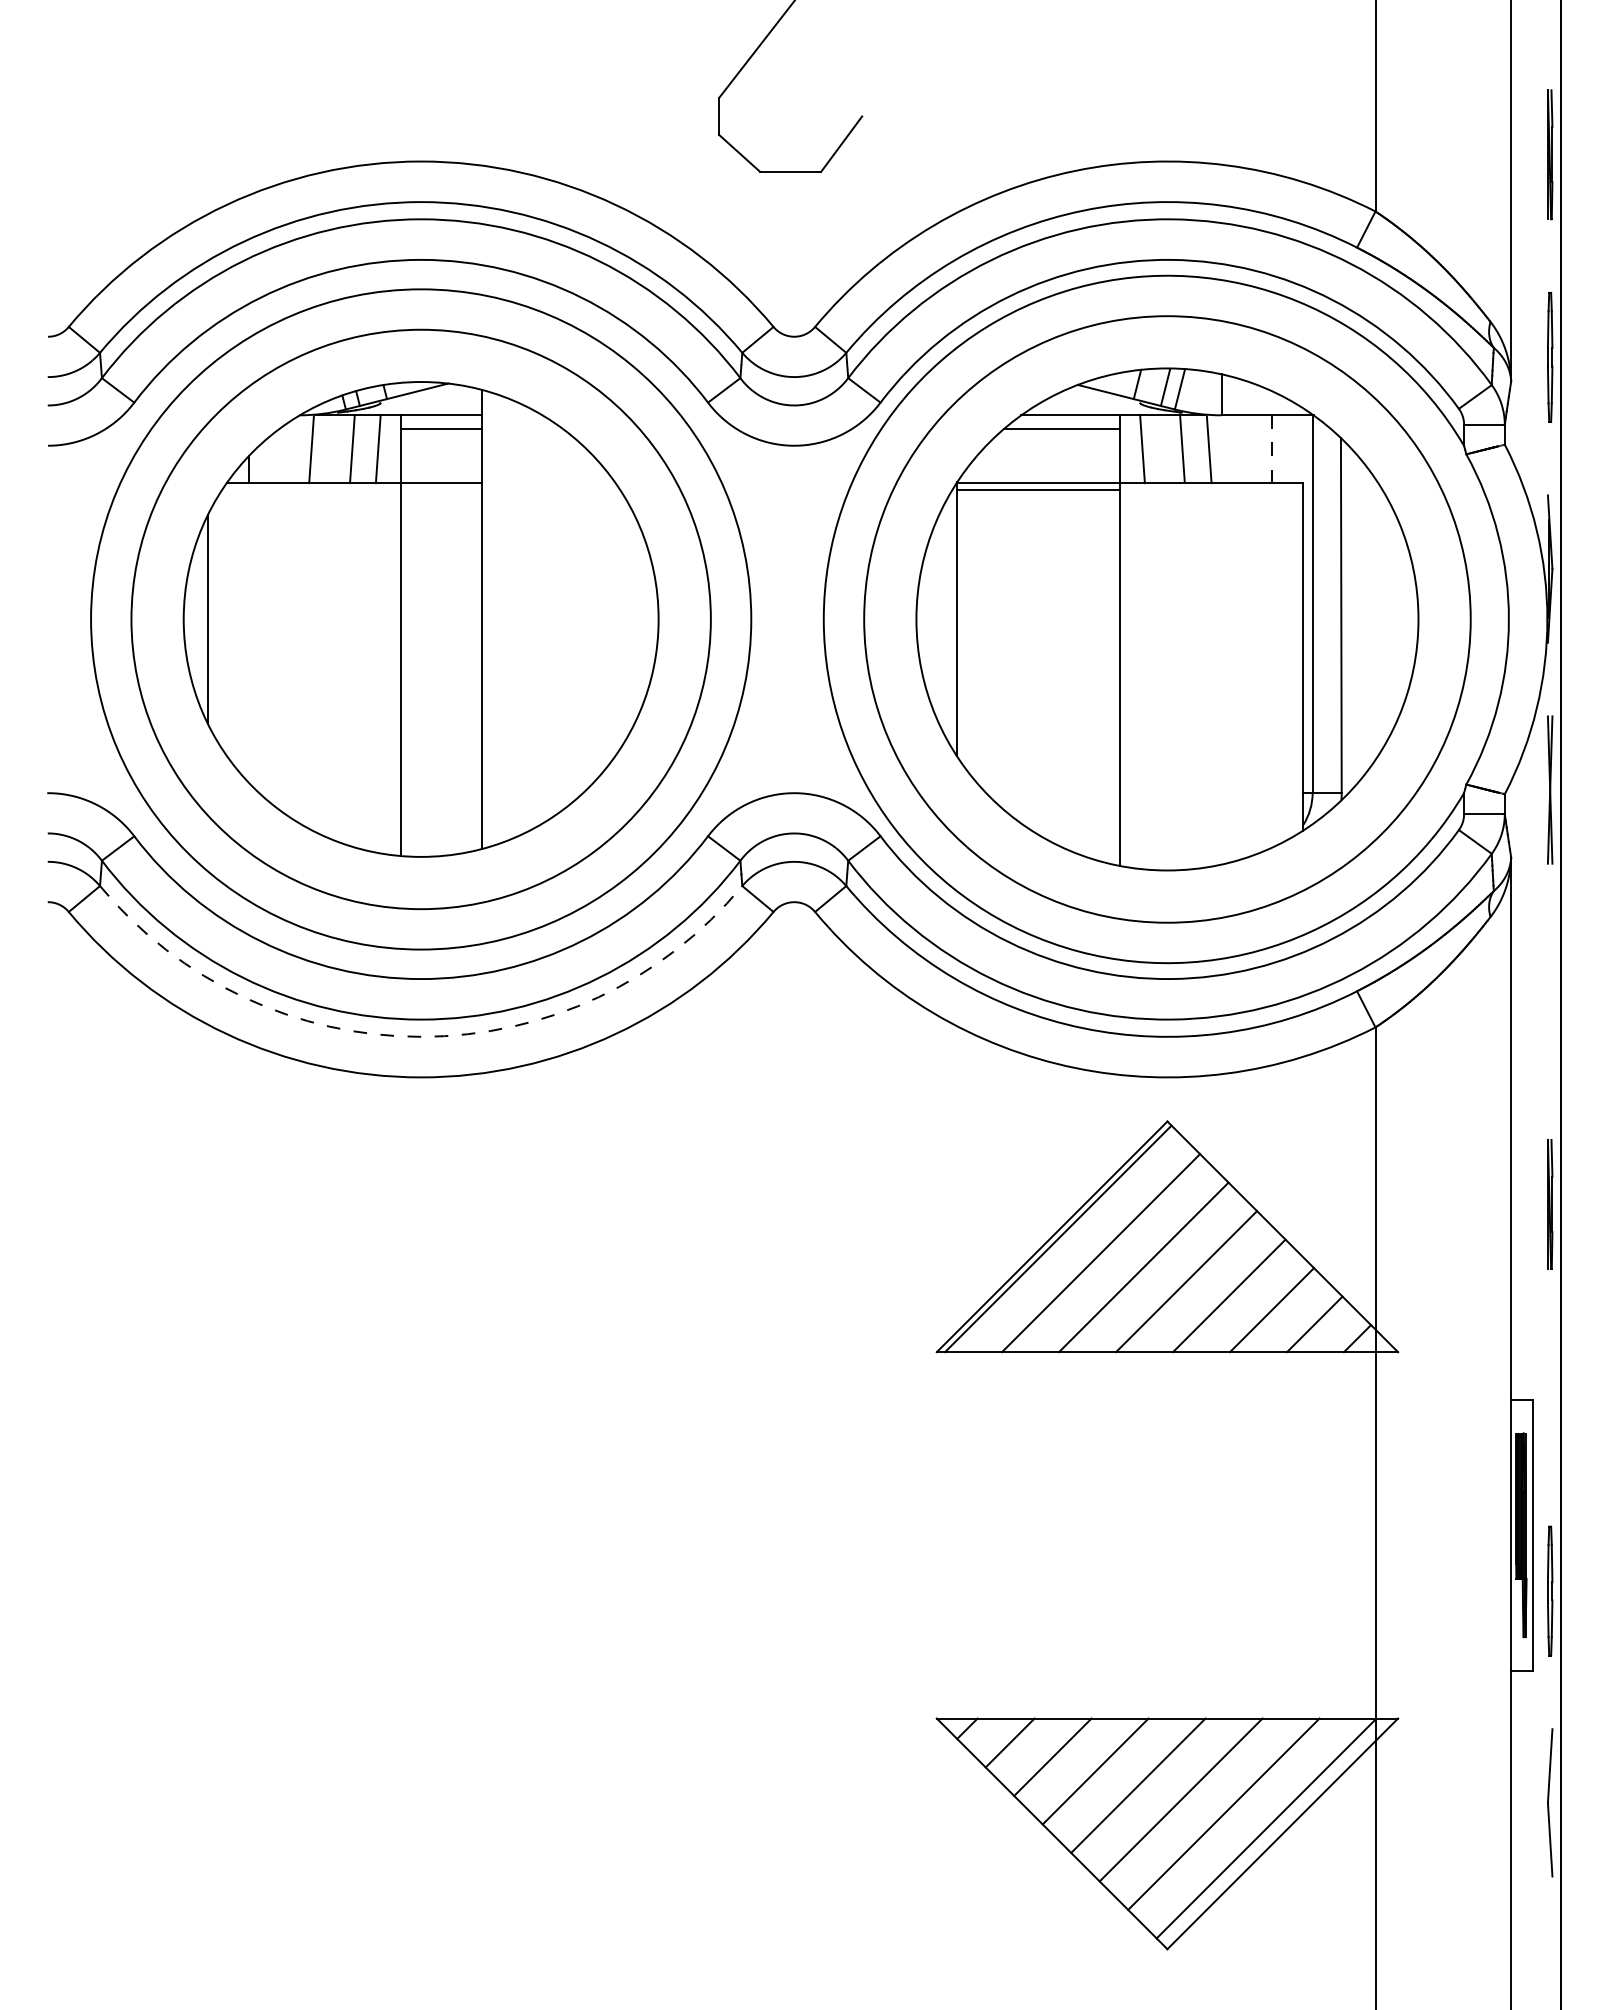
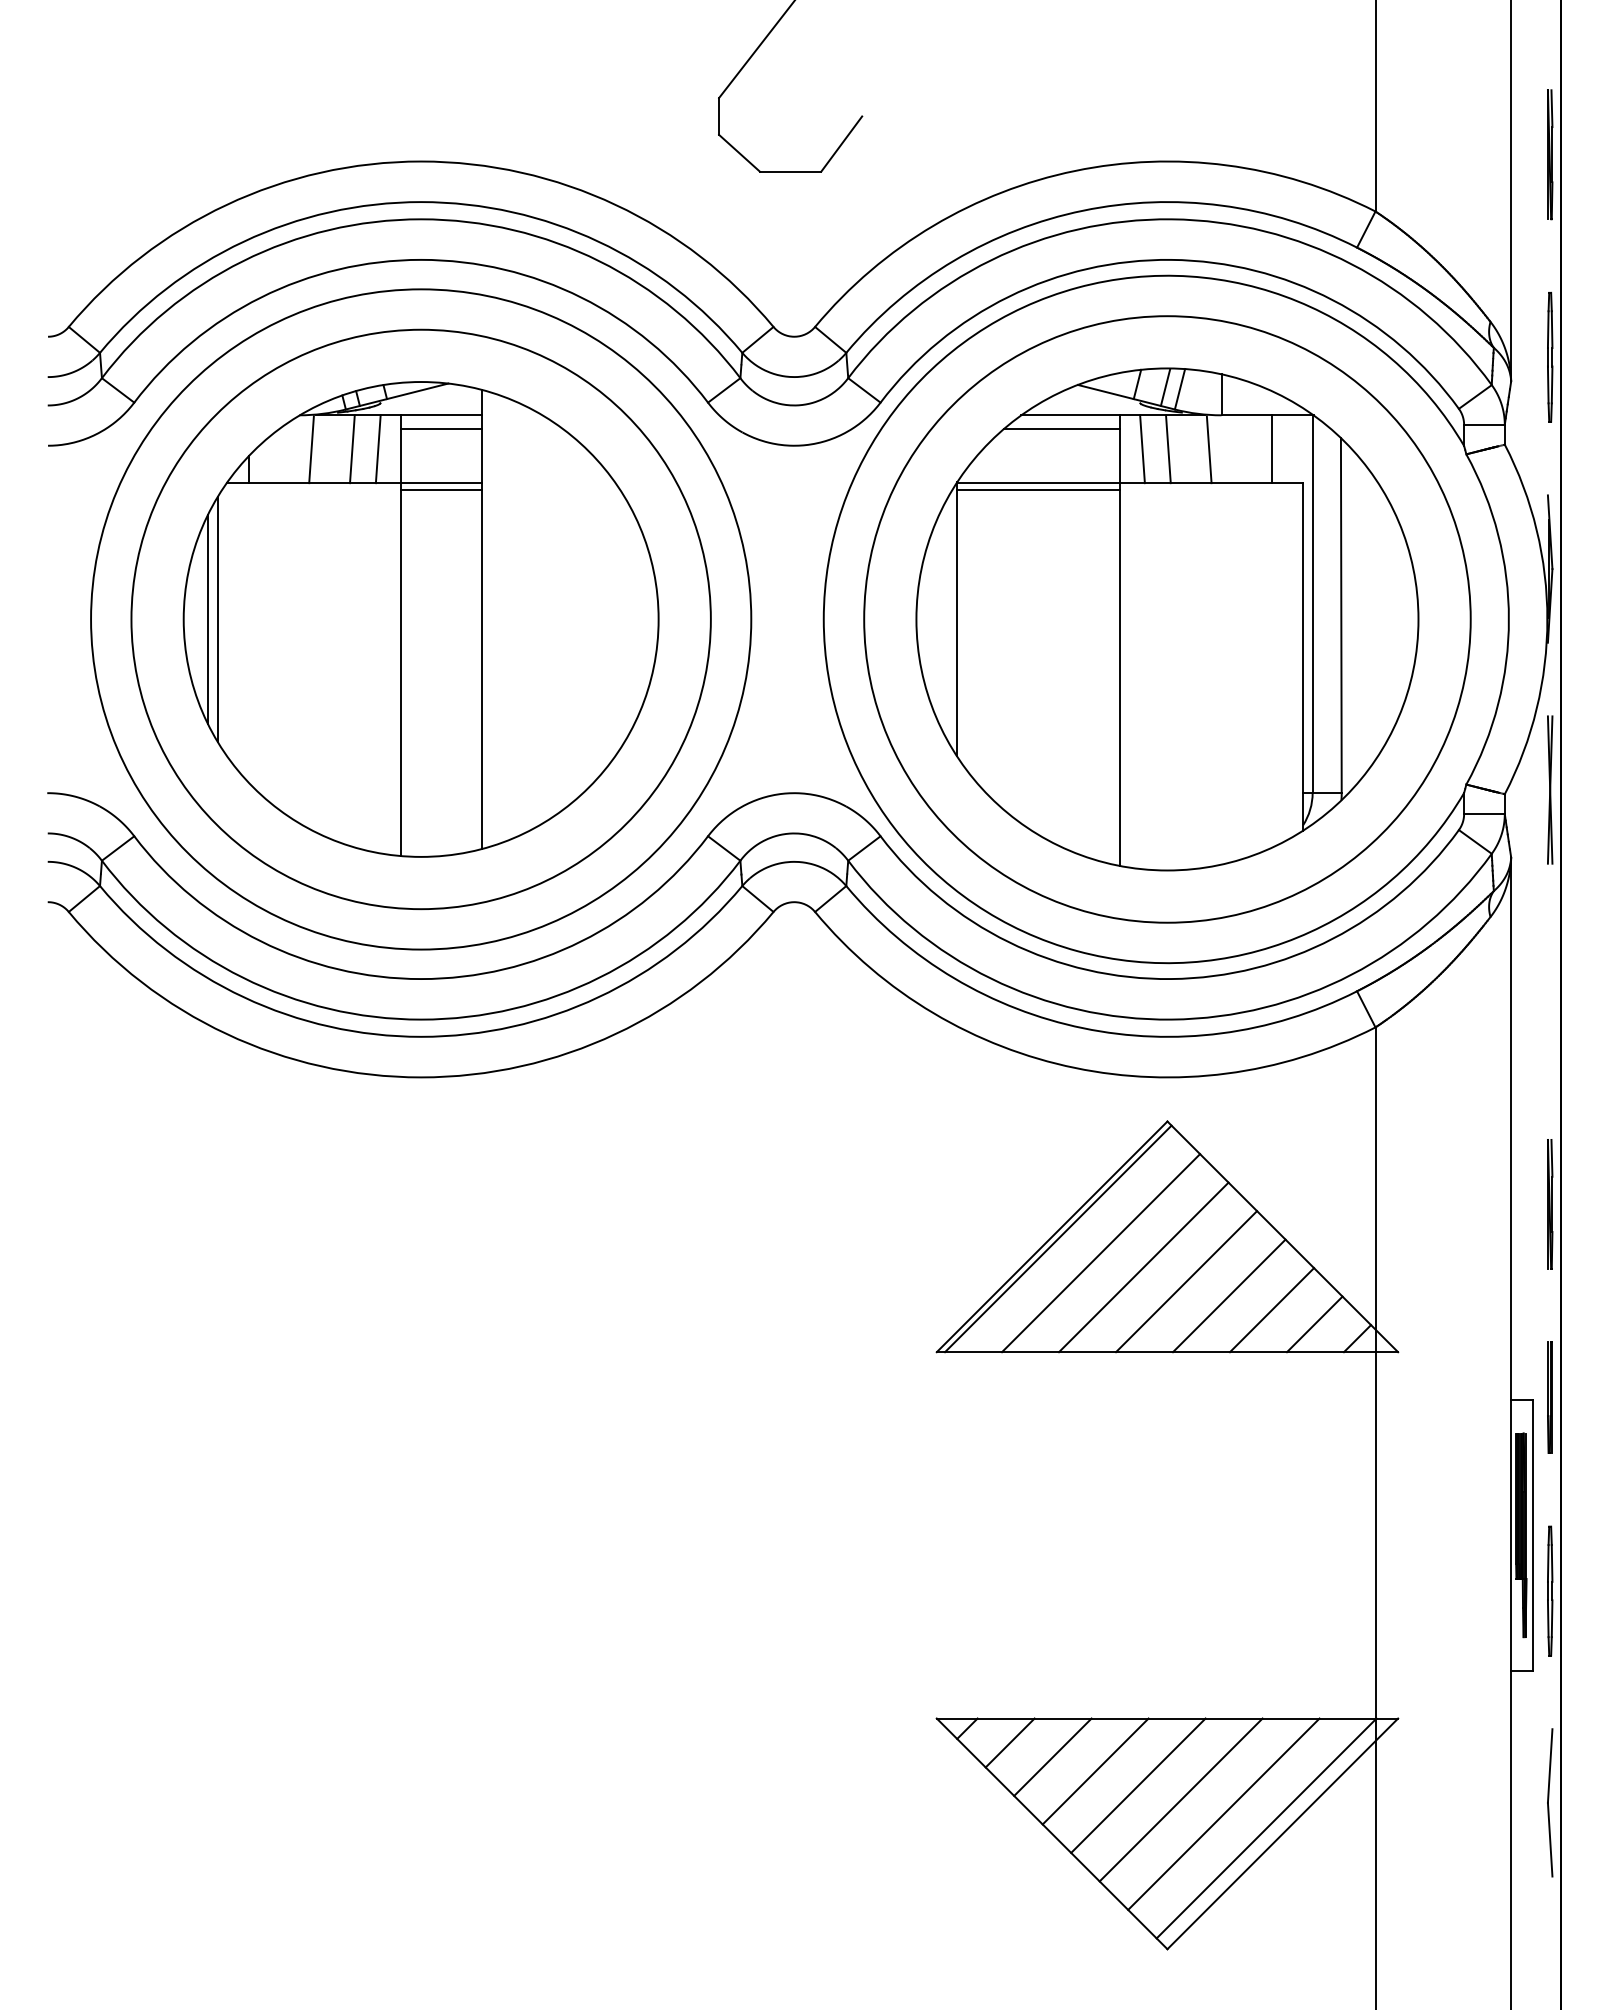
line at (1182, 448) position: (1182, 448) -> (1168, 449)
line at (1271, 449): dashed -> solid
line at (441, 489): none -> present
line at (217, 619): none -> present
arc at (421, 1036): dashed -> solid
part at (1549, 1397): none -> present
